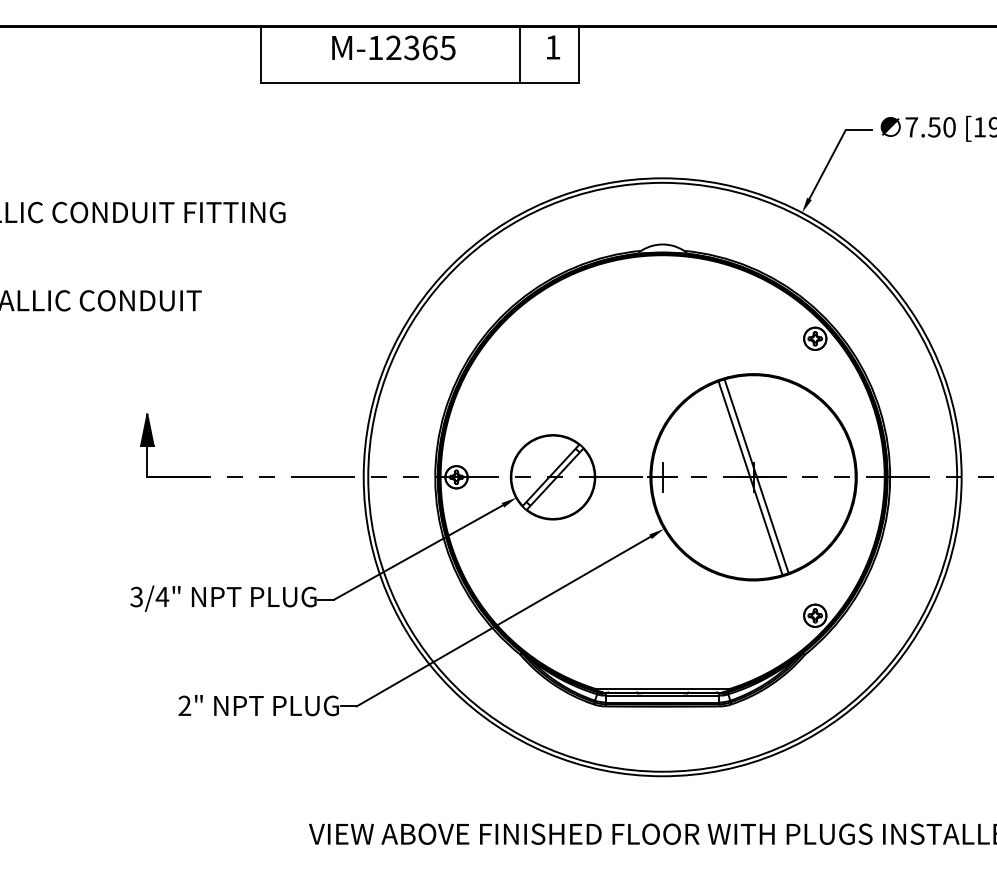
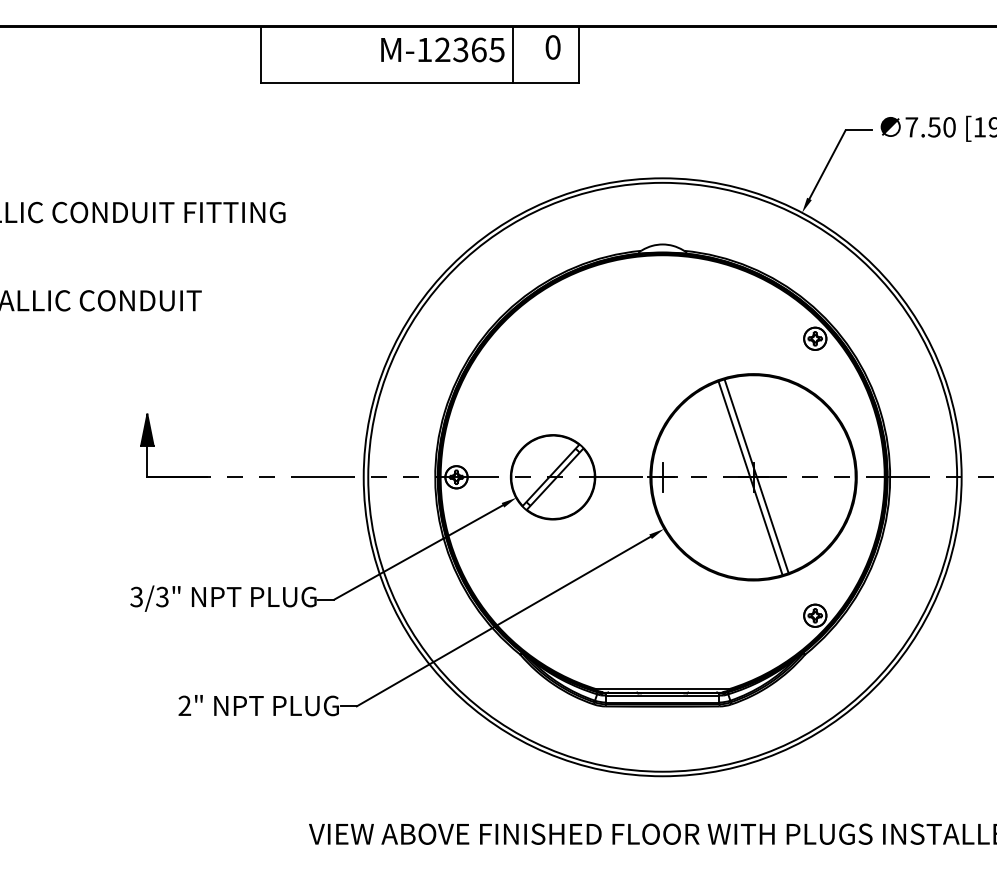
text at (393, 47) position: (393, 47) -> (442, 49)
text at (552, 47): 1 -> 0
line at (519, 54) position: (519, 54) -> (512, 54)
text at (162, 596): 3/4" -> 3/3"
